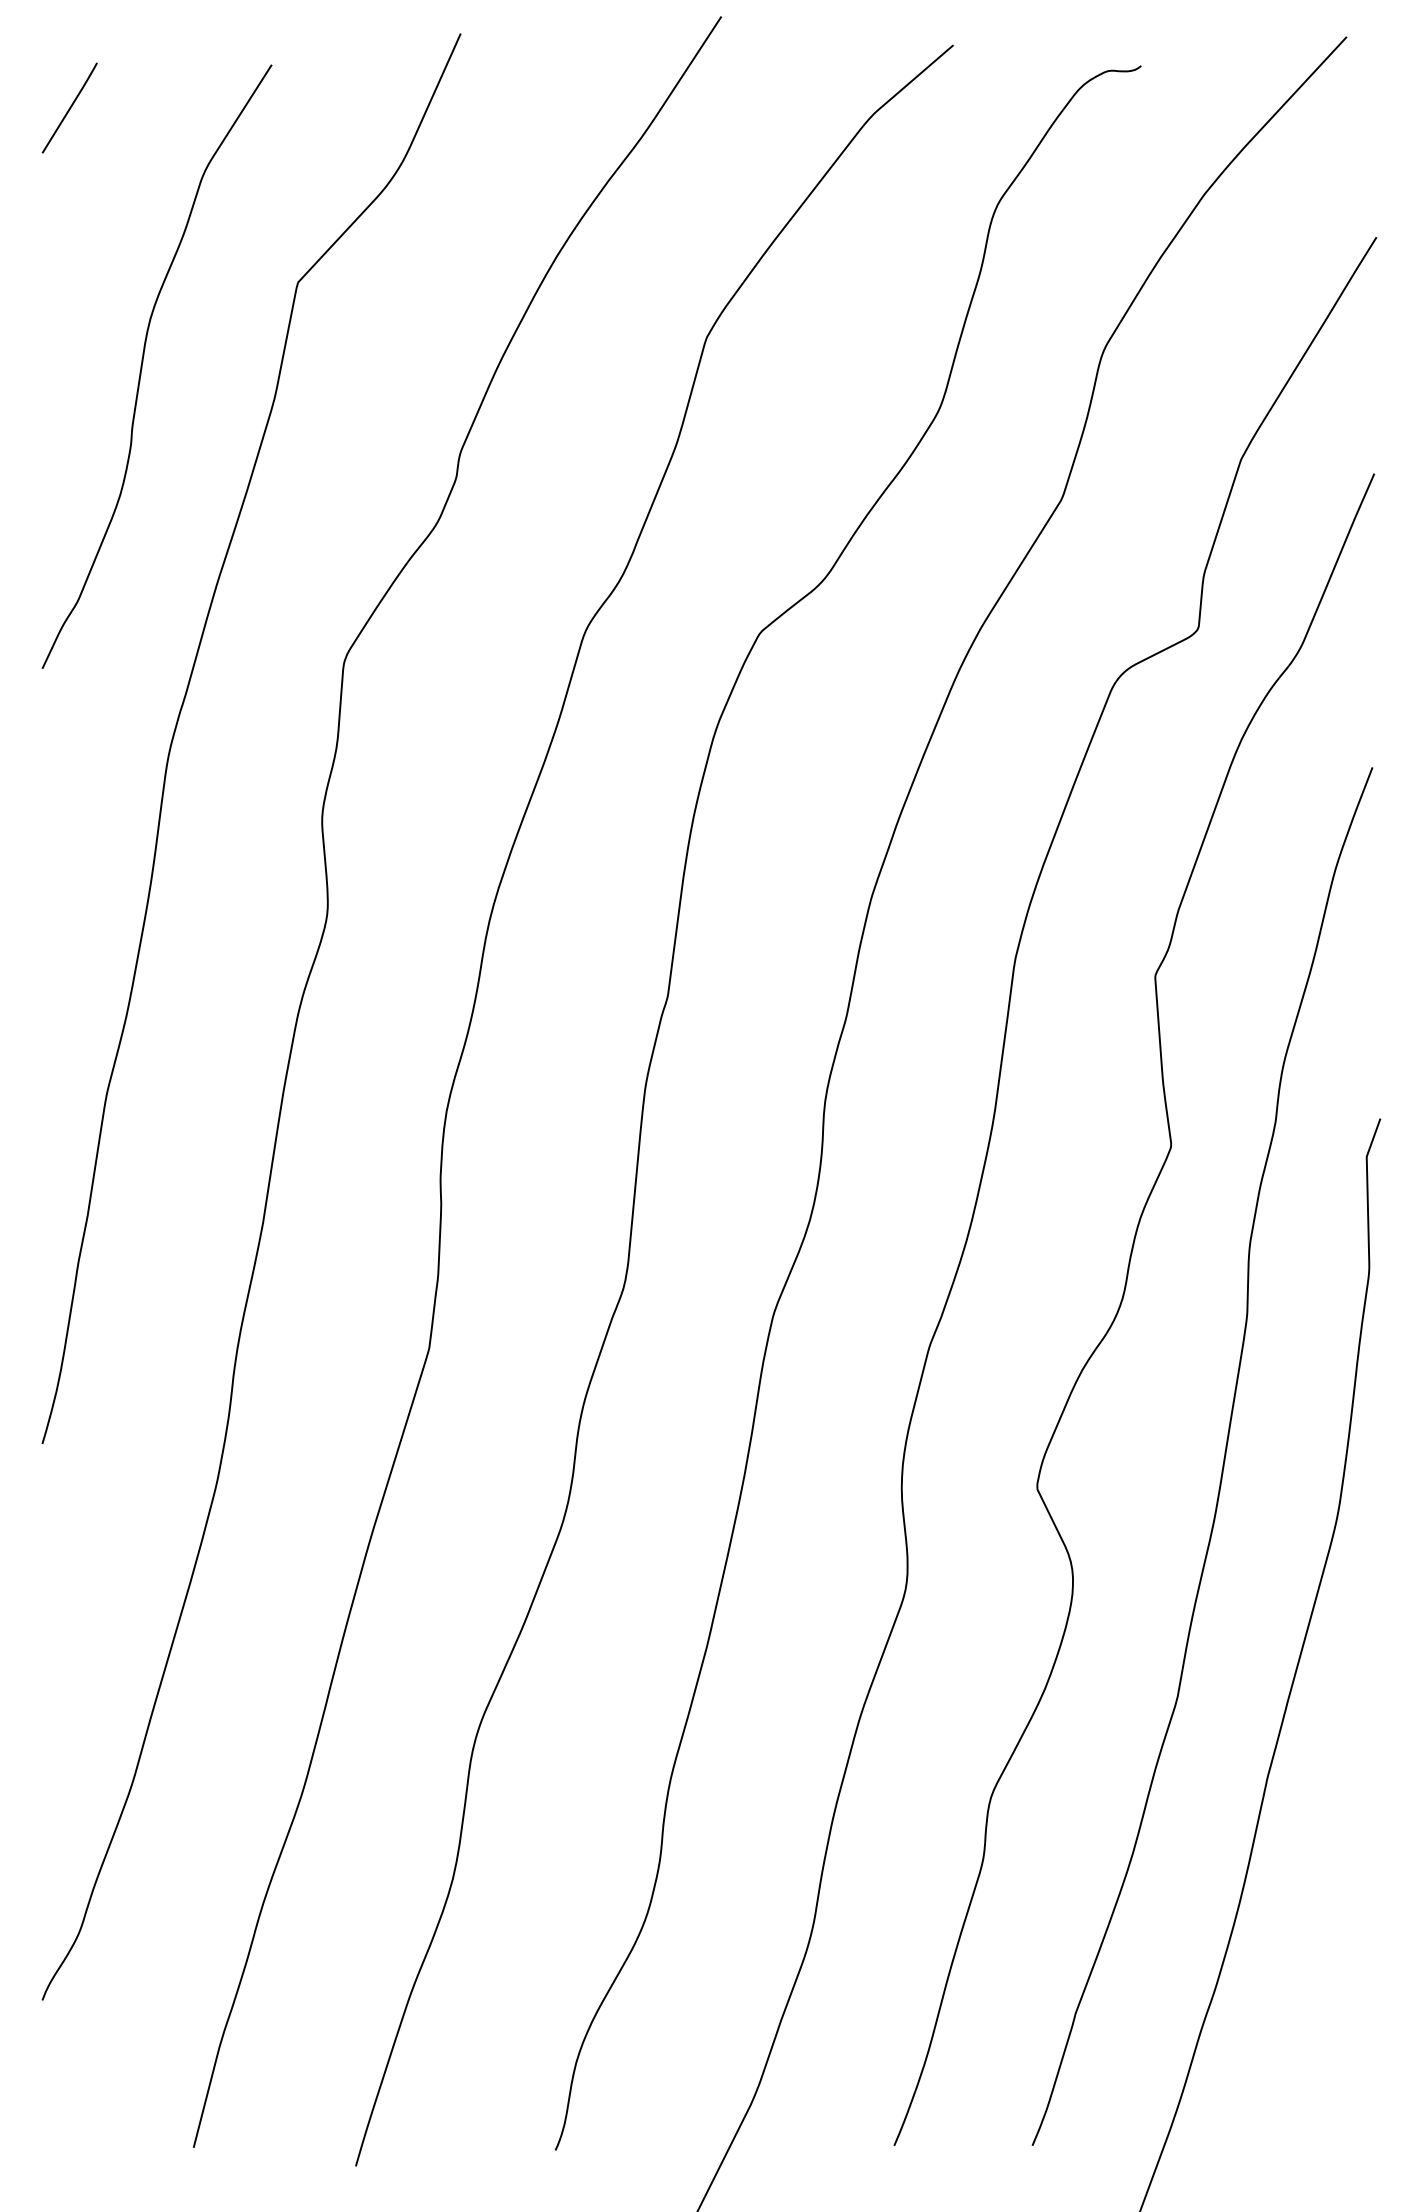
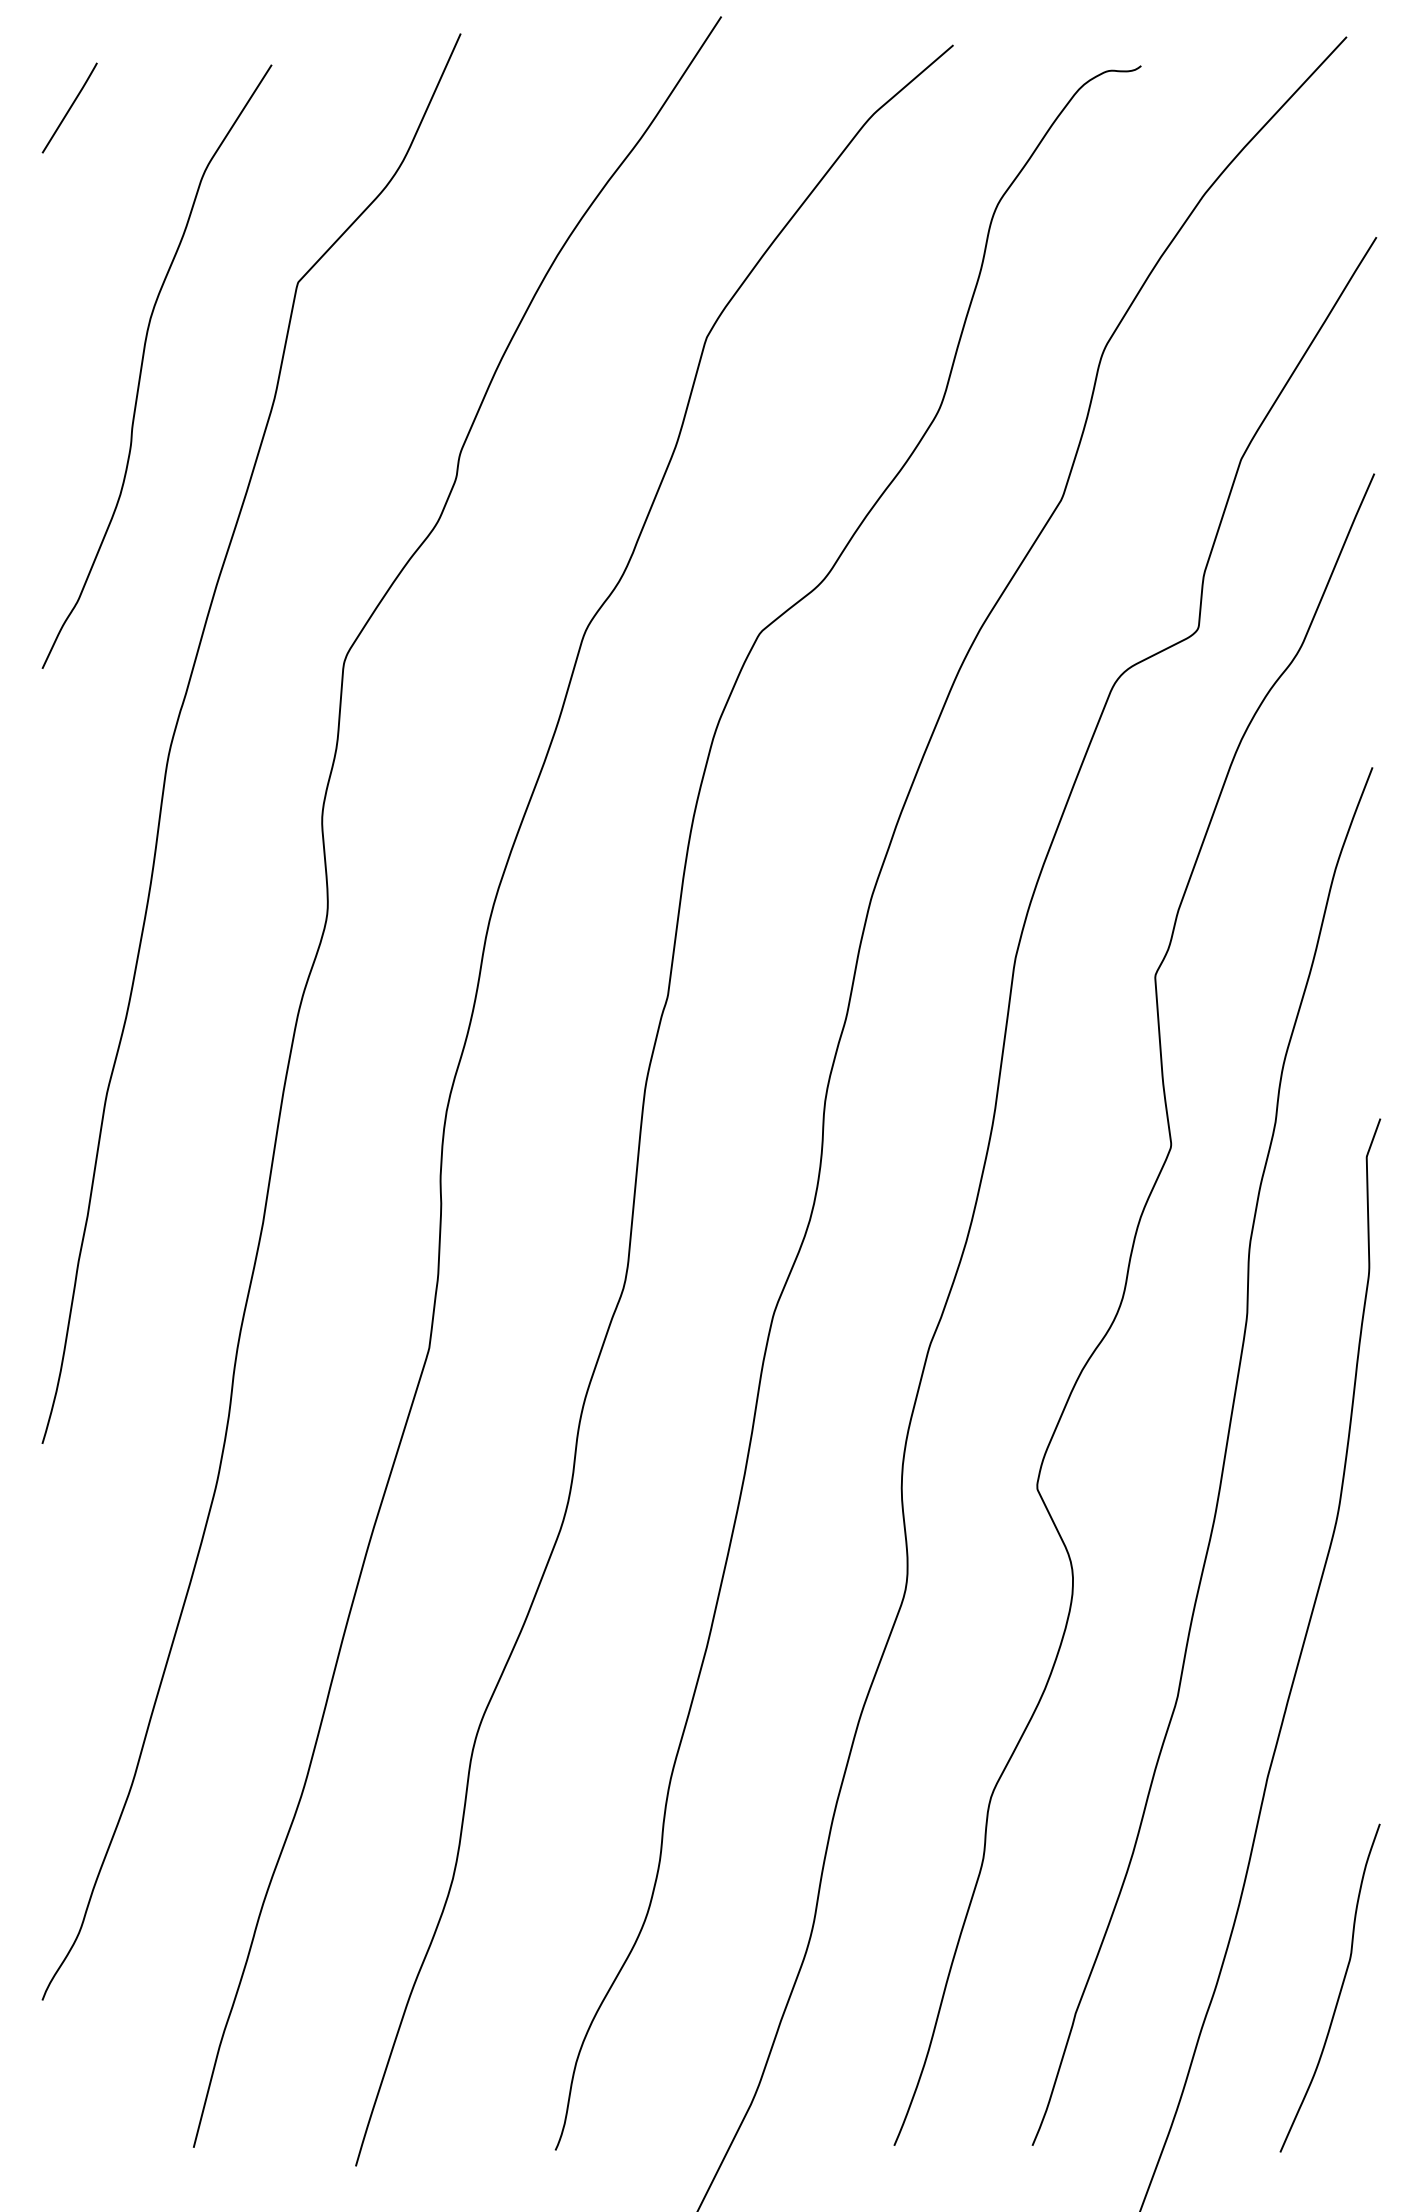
curve at (1339, 1991): none -> present
